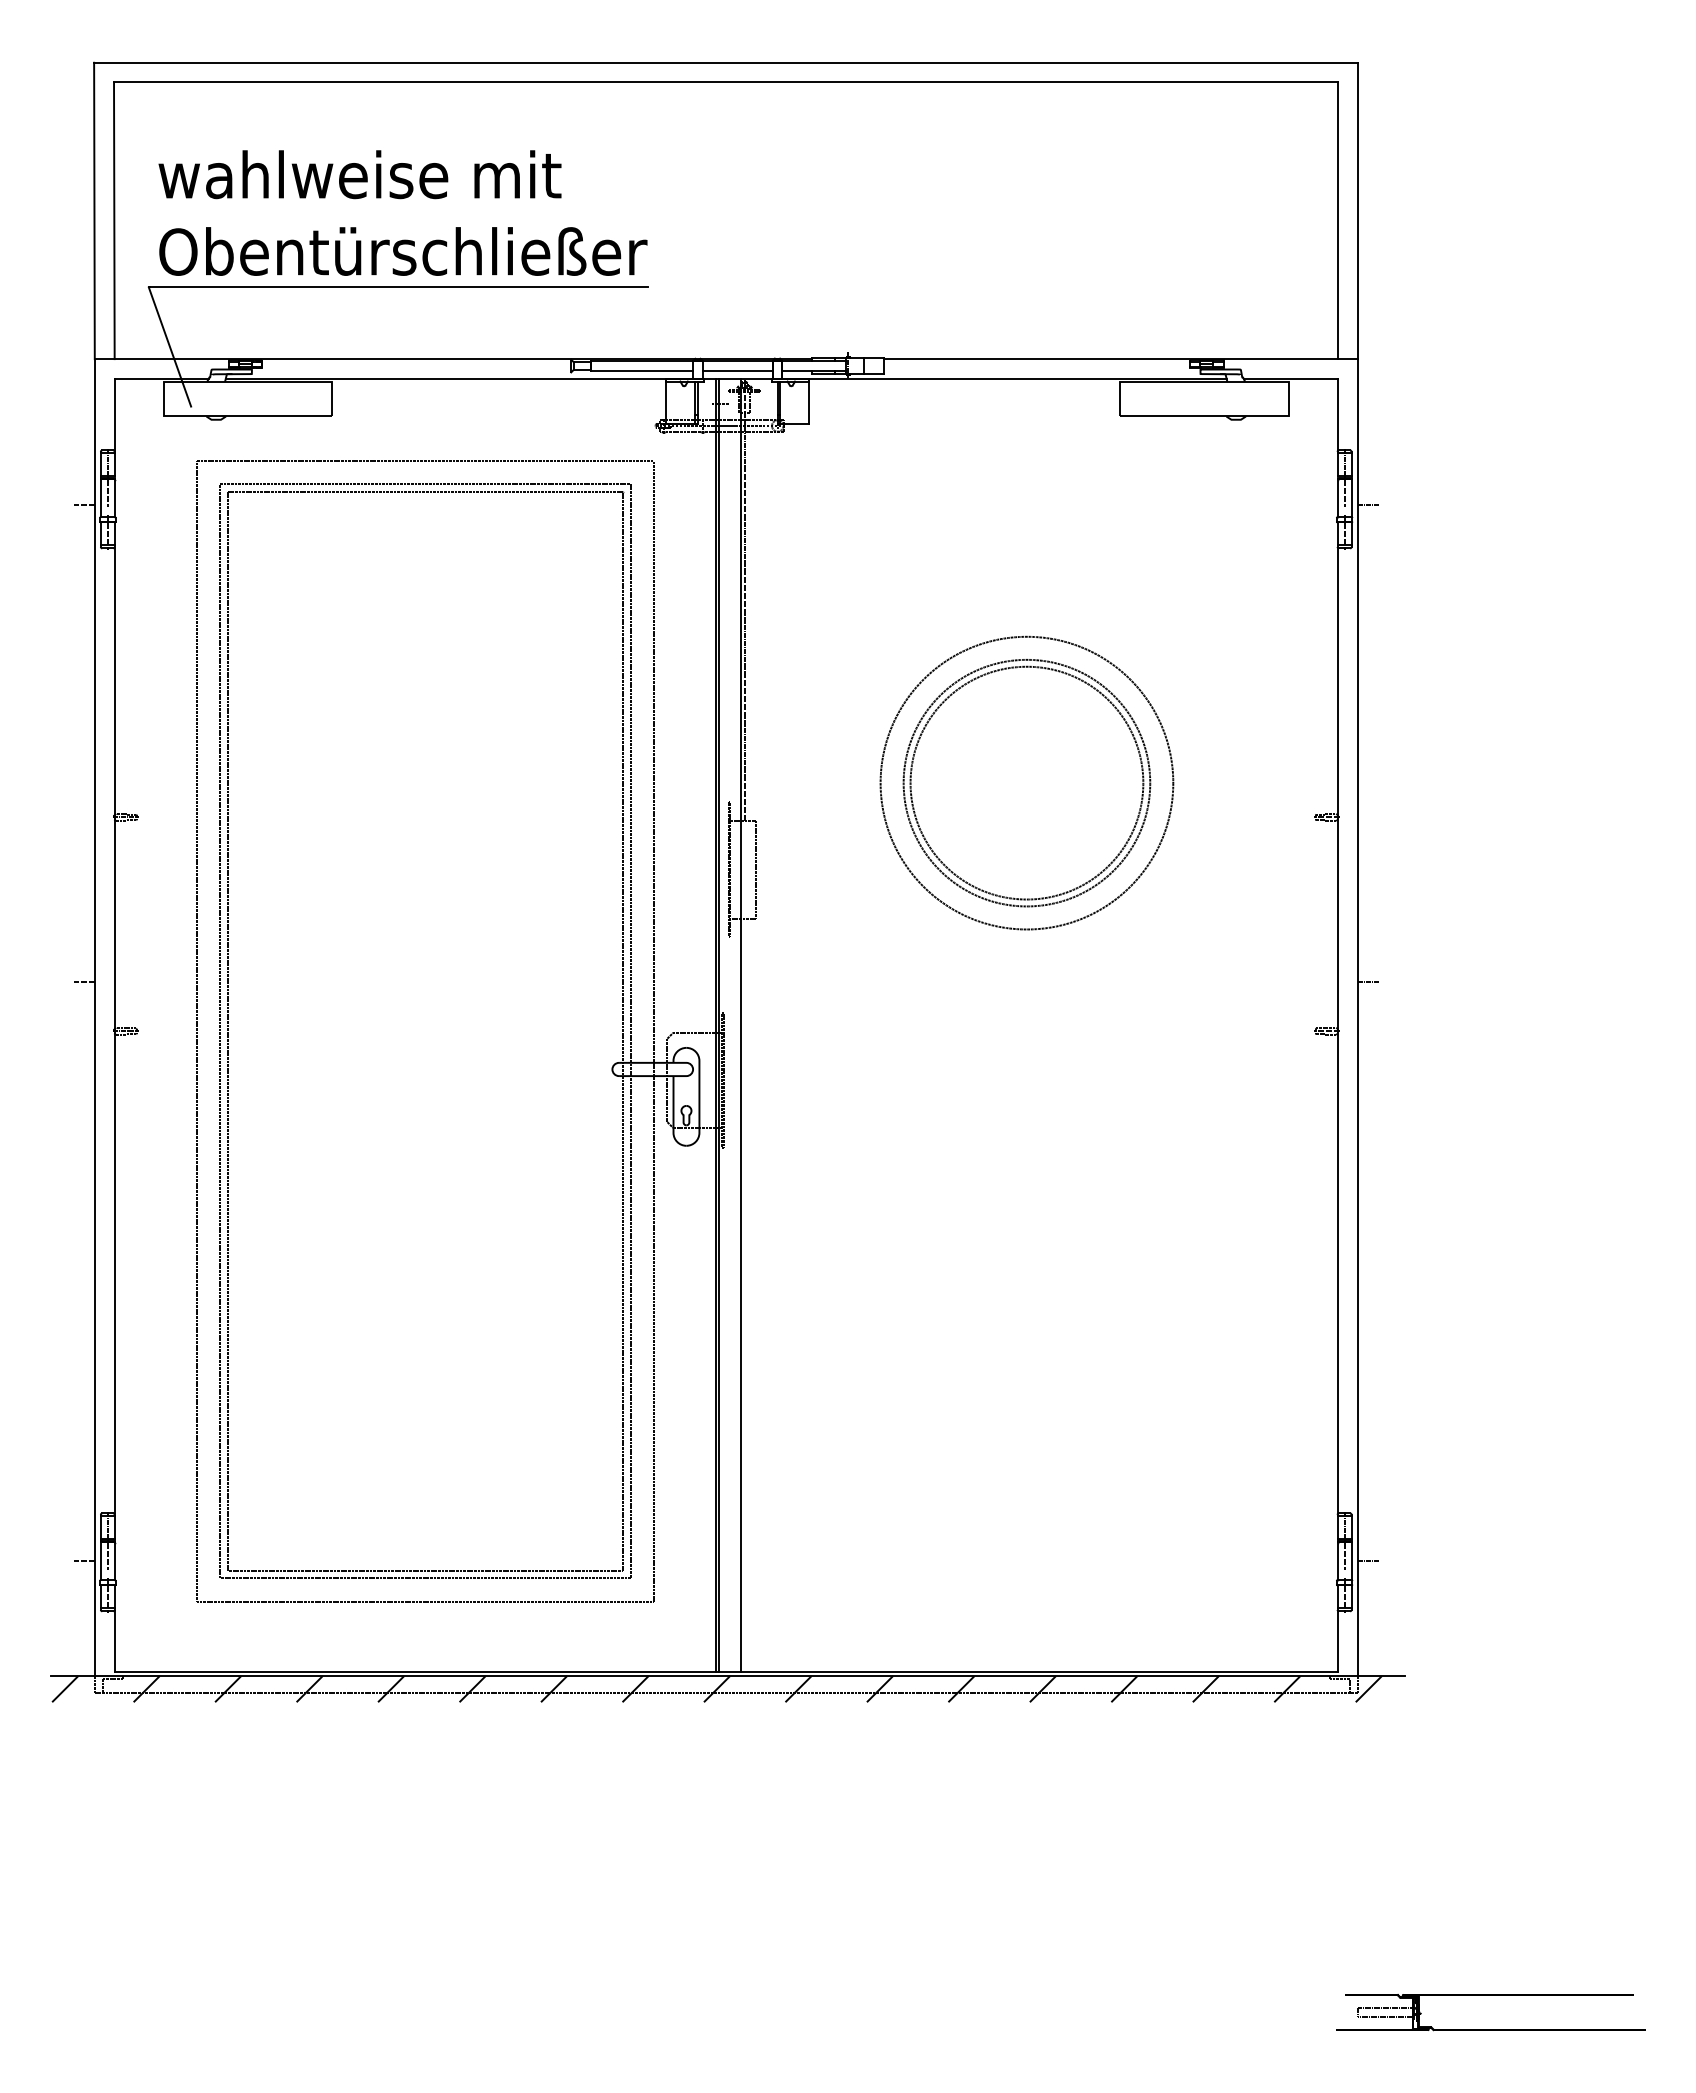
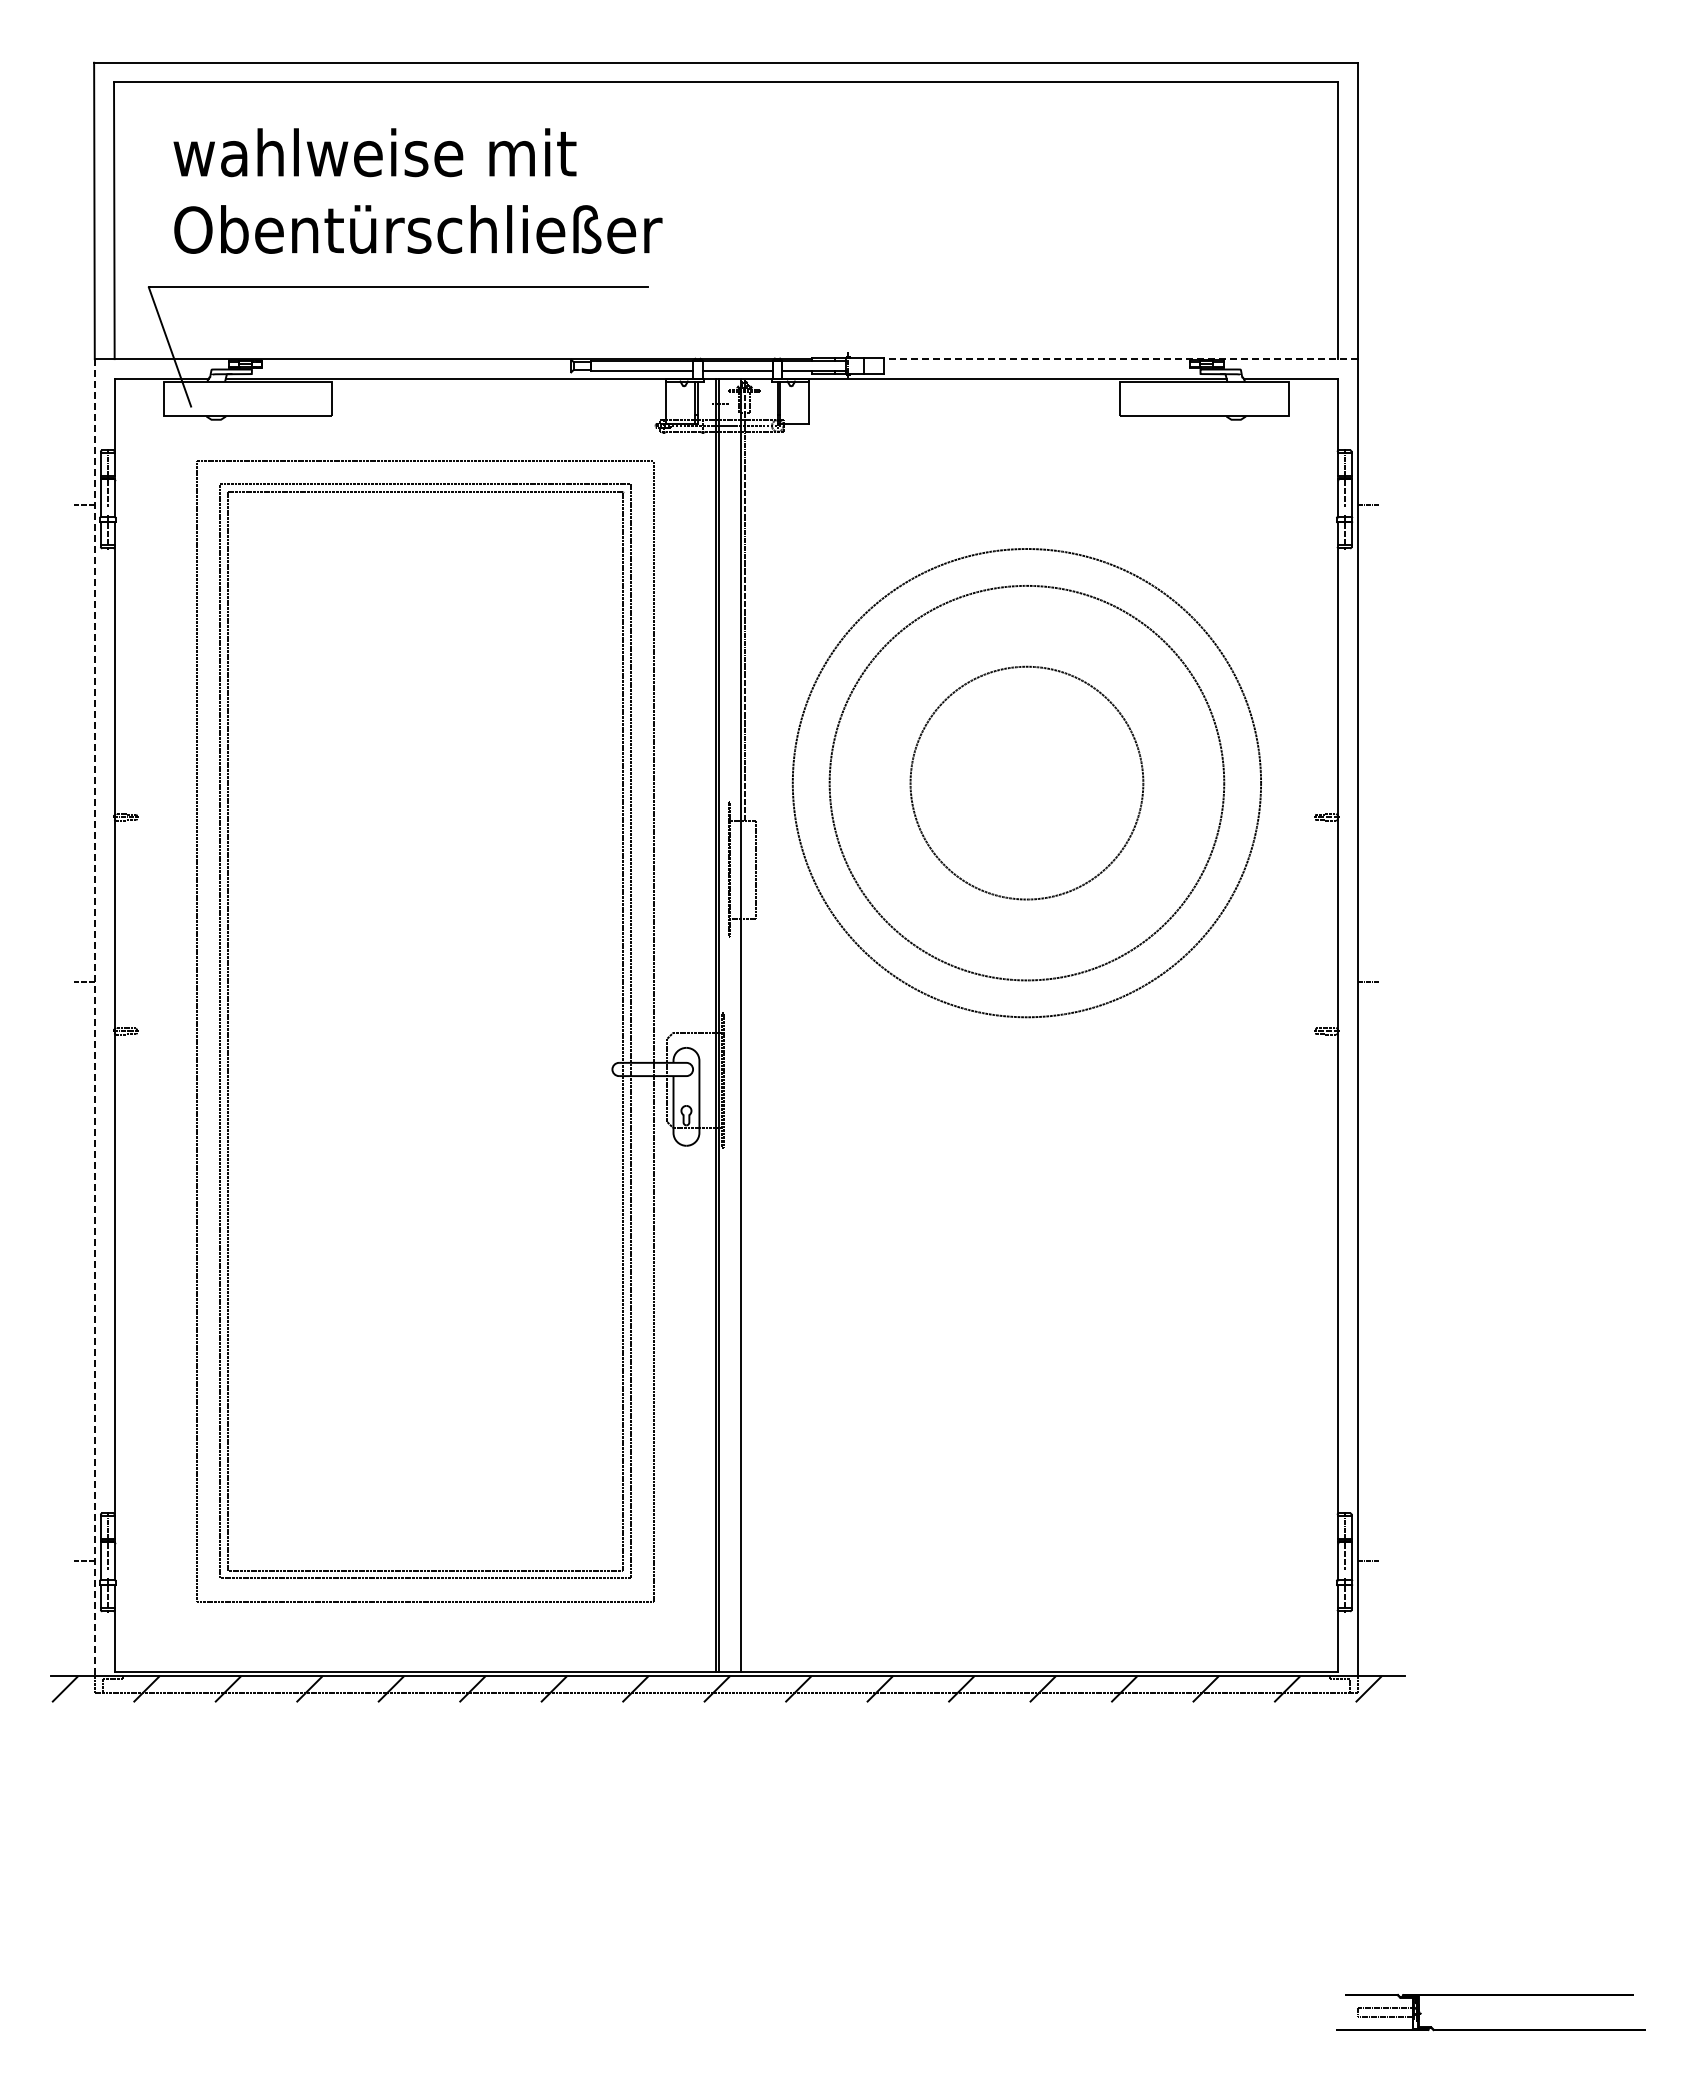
text at (402, 212) position: (402, 212) -> (417, 190)
line at (1121, 359): solid -> dashed
circle at (1026, 782) diameter: 247 px -> 395 px
circle at (1026, 782) diameter: 293 px -> 468 px
line at (94, 1017): solid -> dashed
